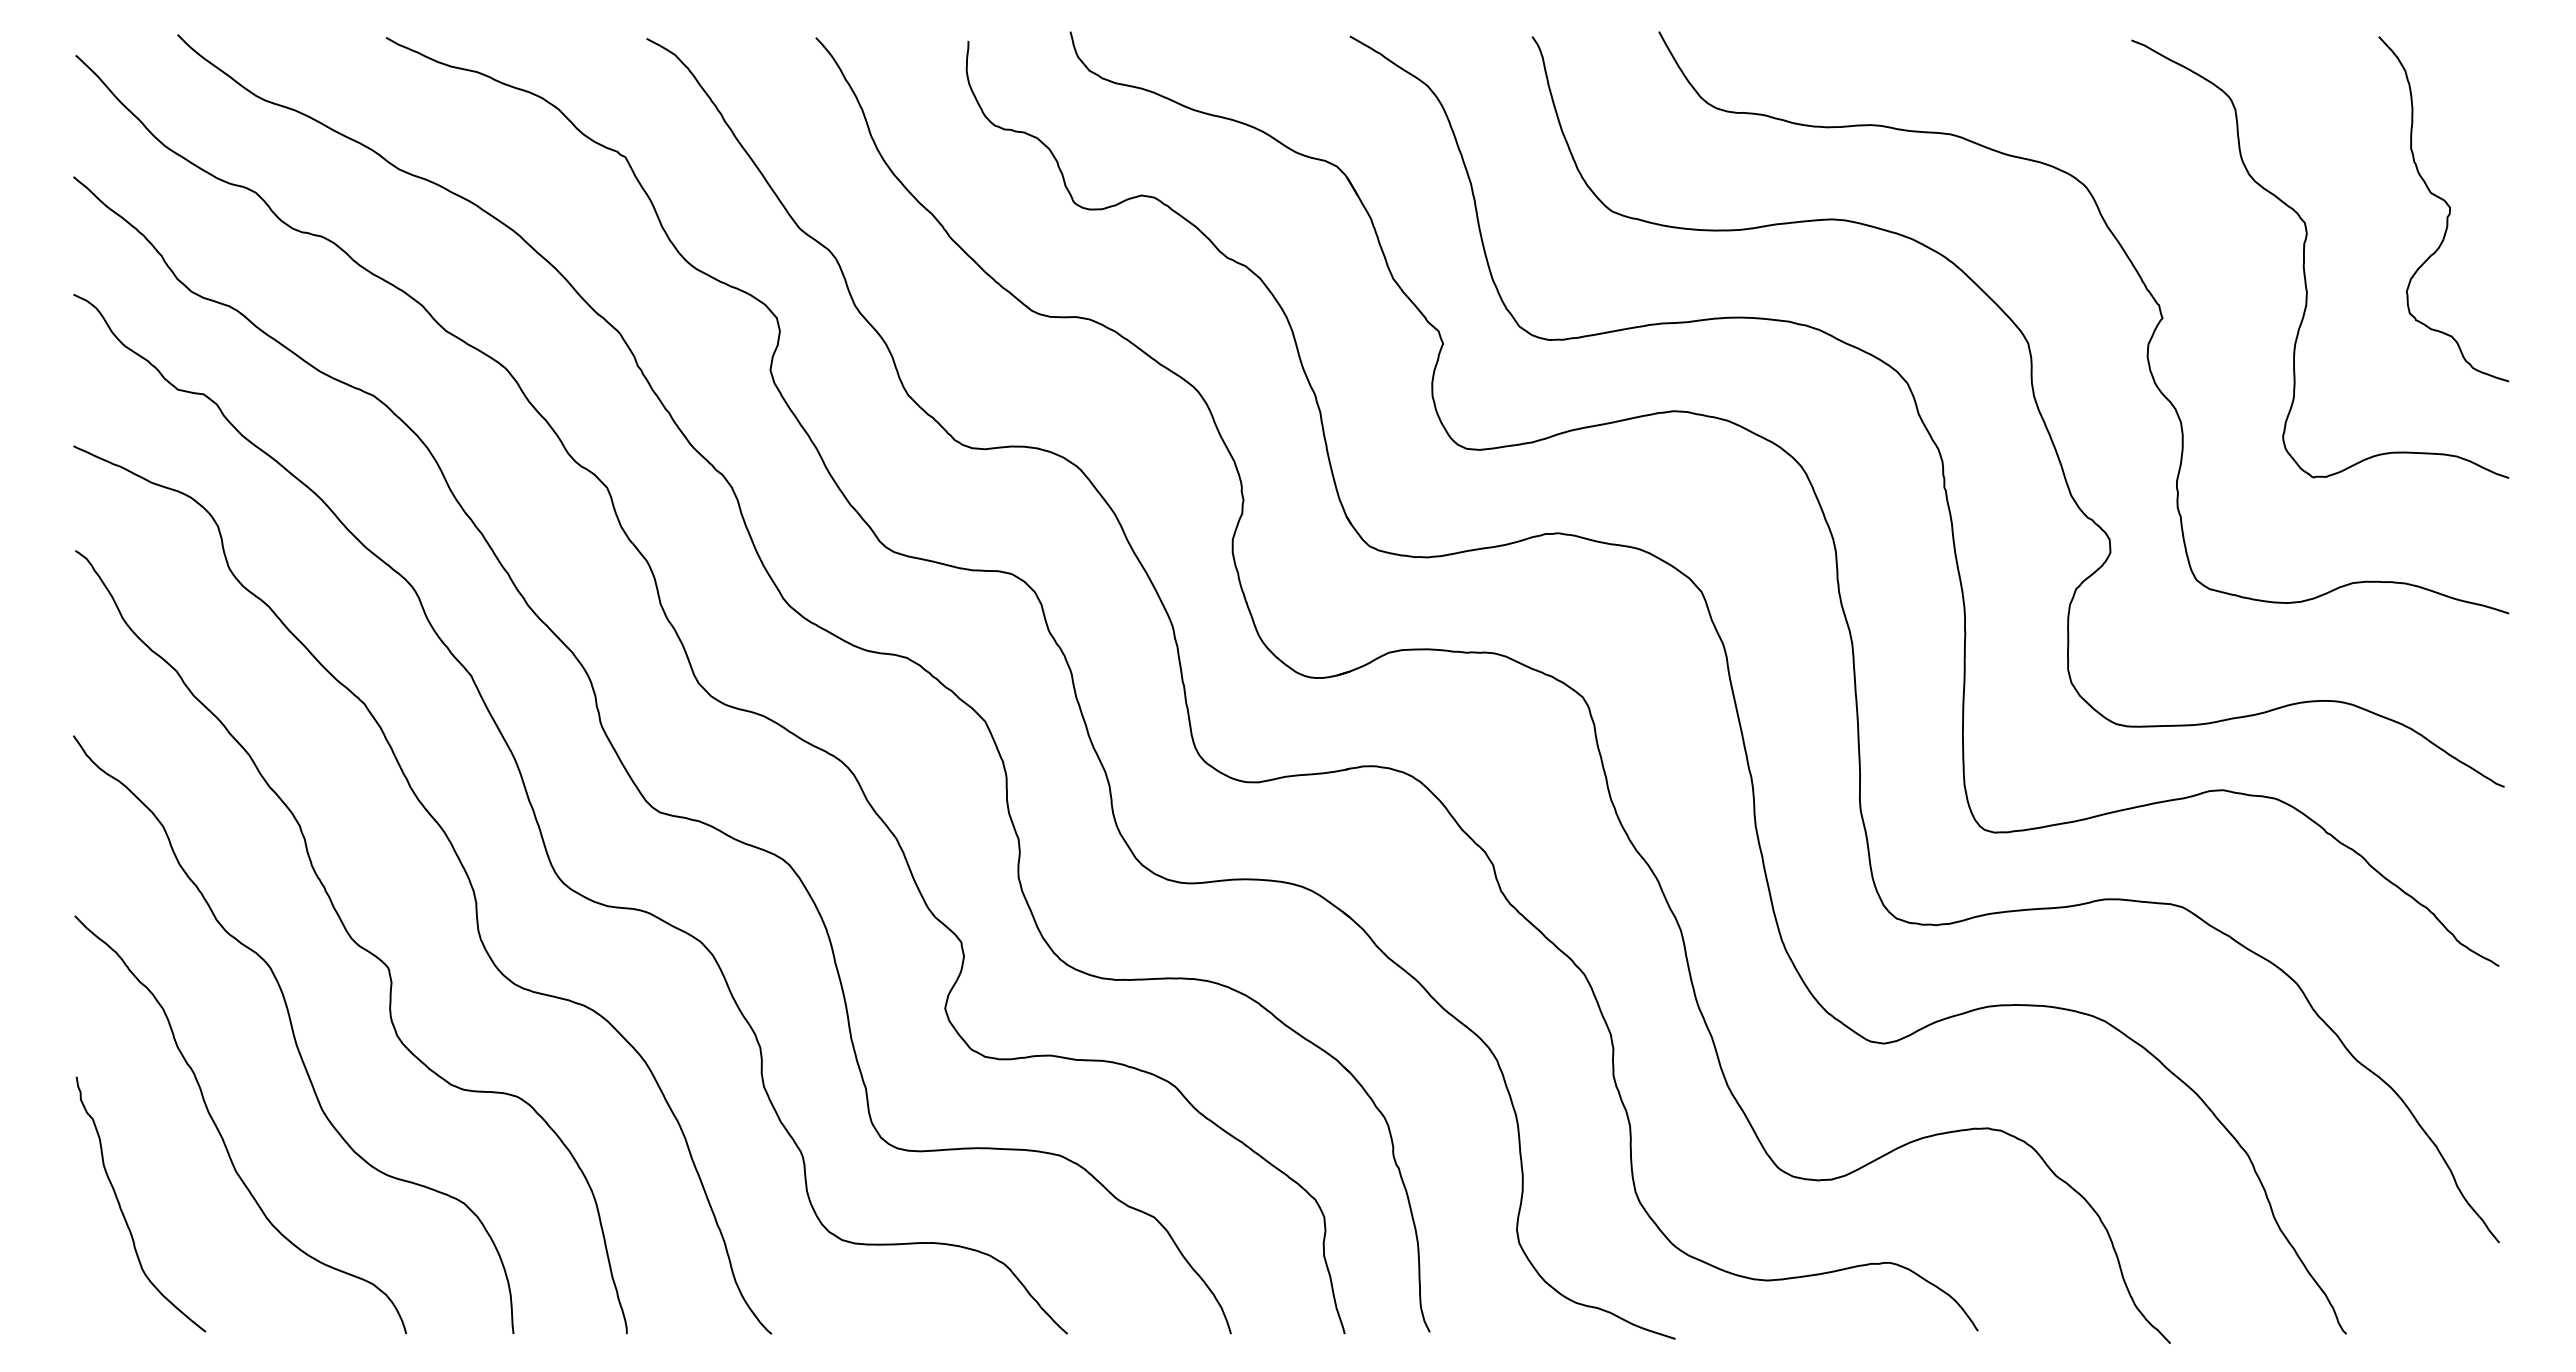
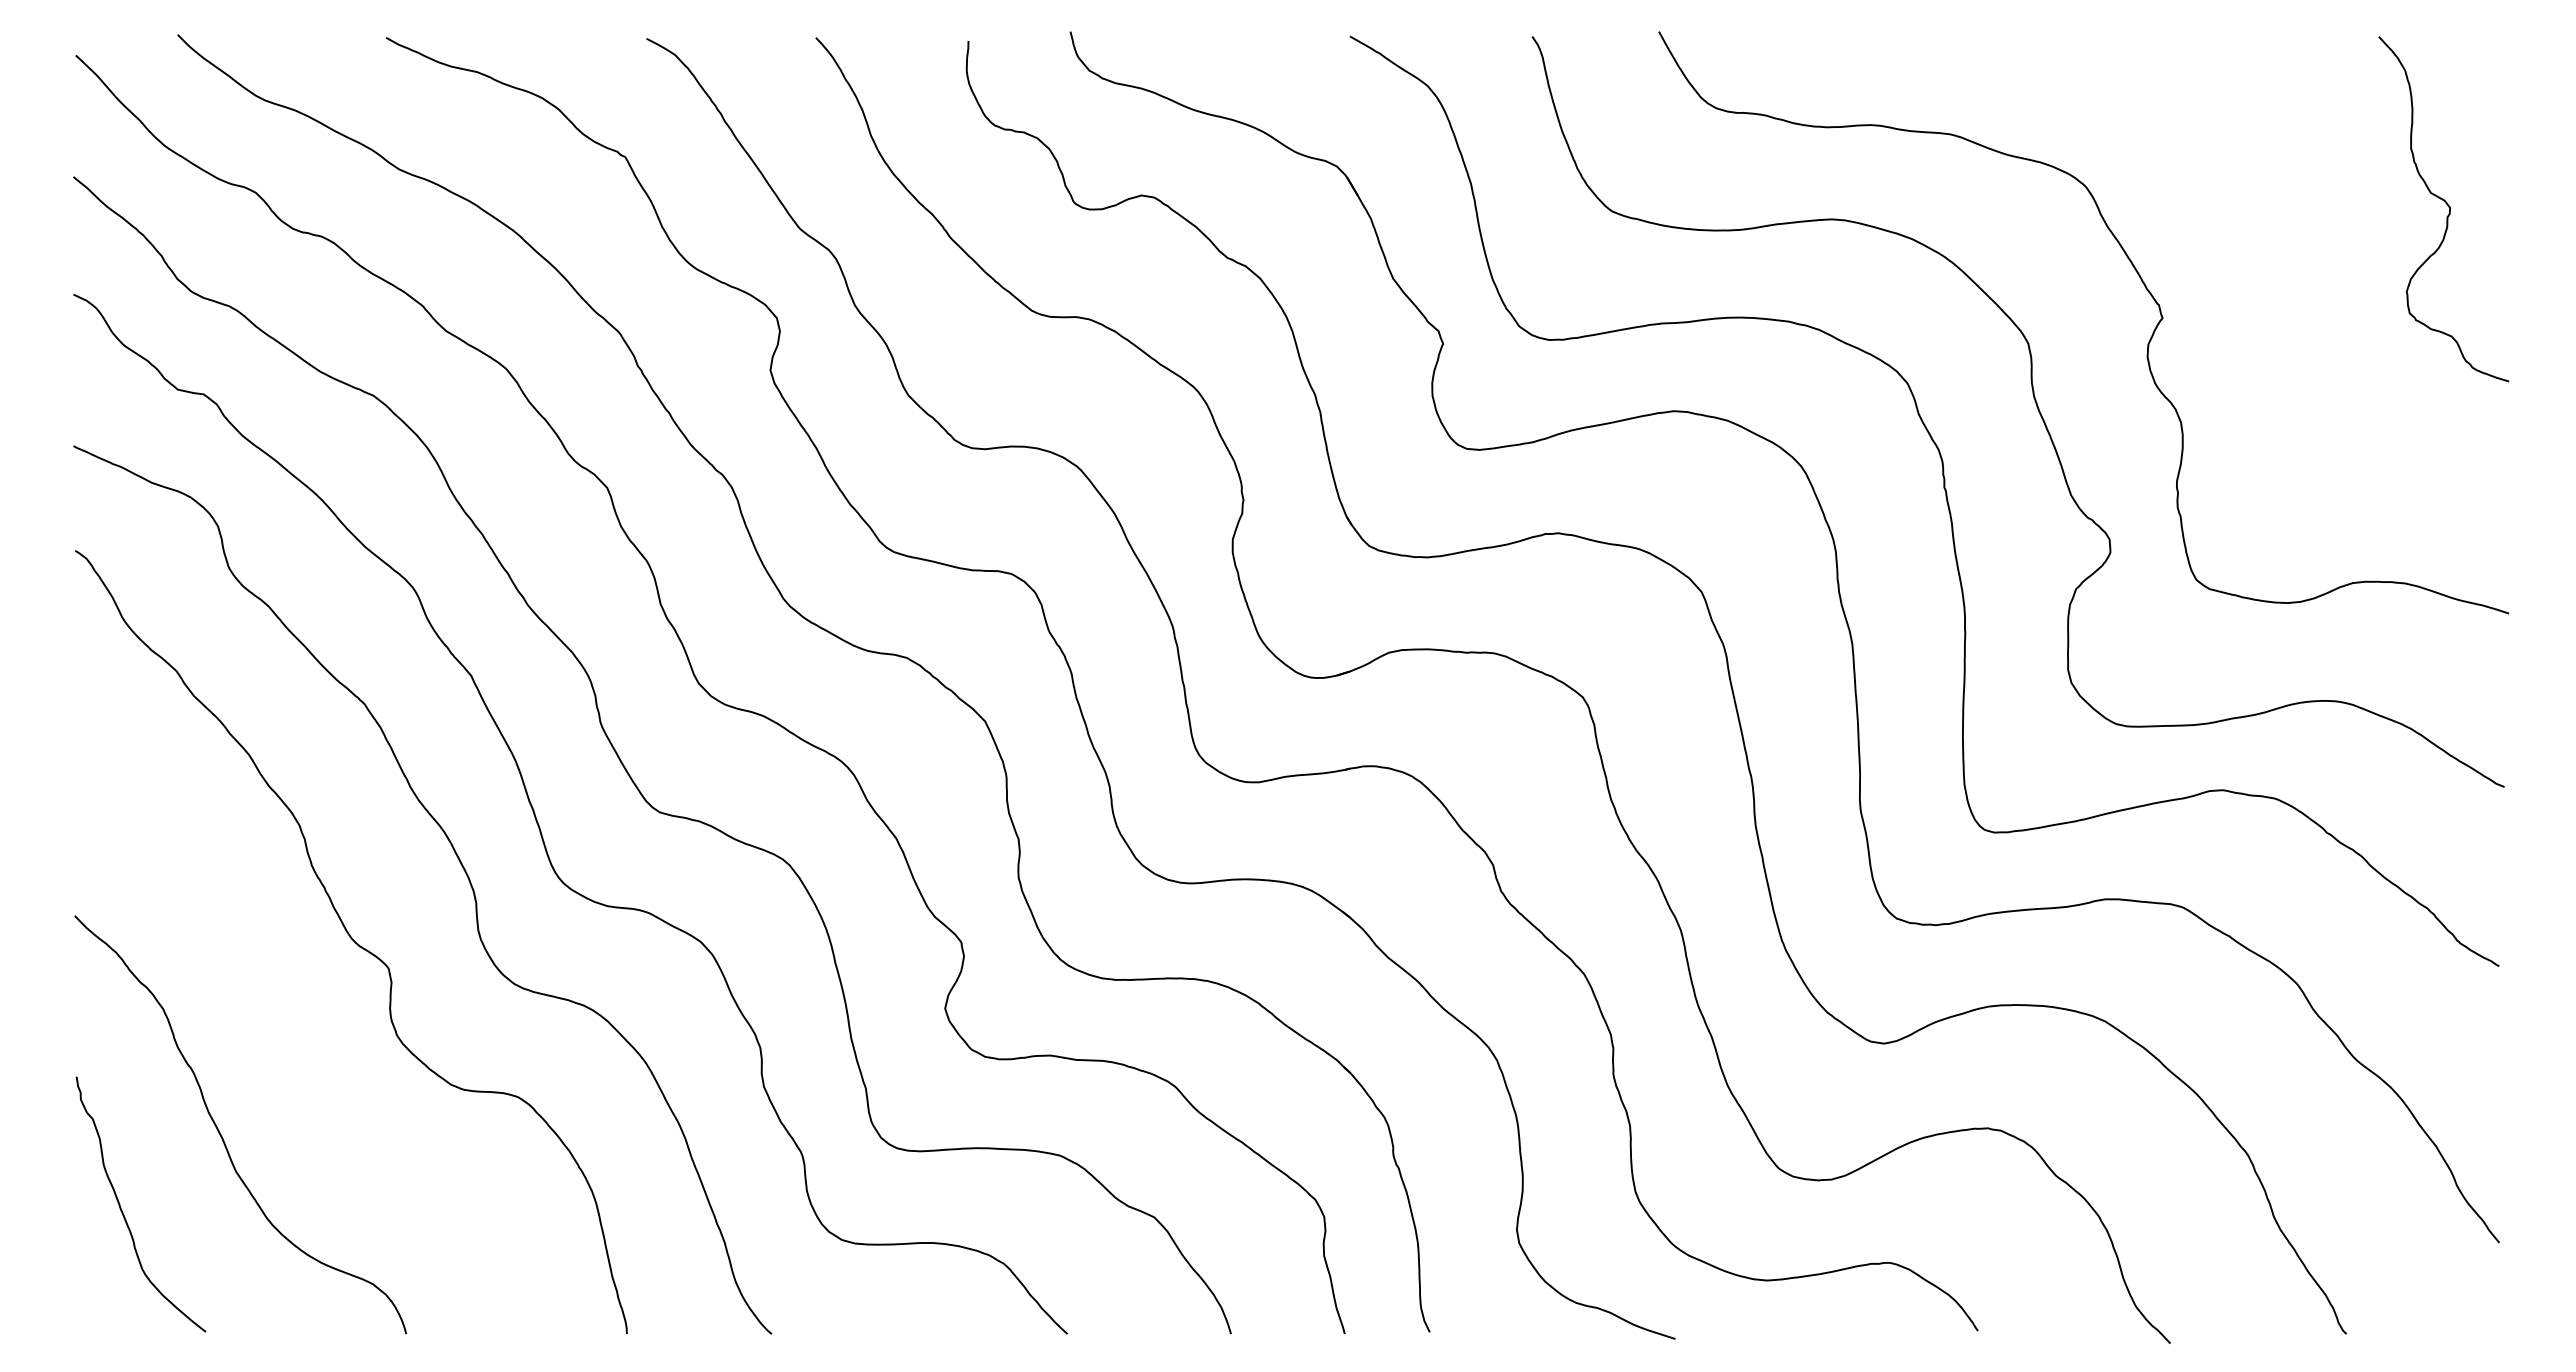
curve at (2304, 258): present -> none
curve at (293, 1034): present -> none
